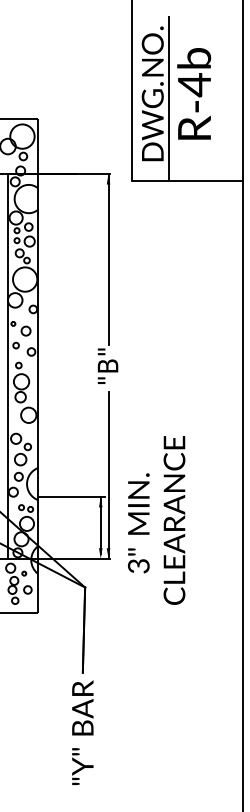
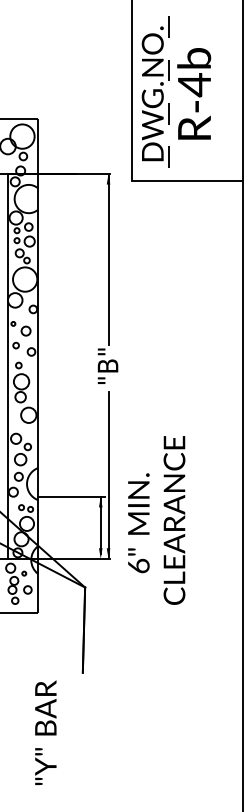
line at (169, 98): solid -> dashed
text at (138, 565): 3" -> 6"
text at (82, 732) position: (82, 732) -> (45, 732)
